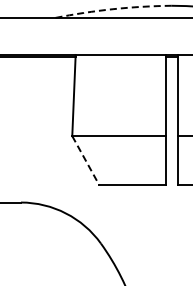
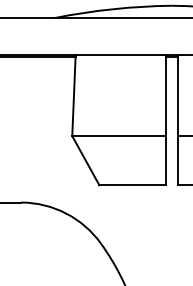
arc at (113, 9): dashed -> solid
line at (86, 161): dashed -> solid
